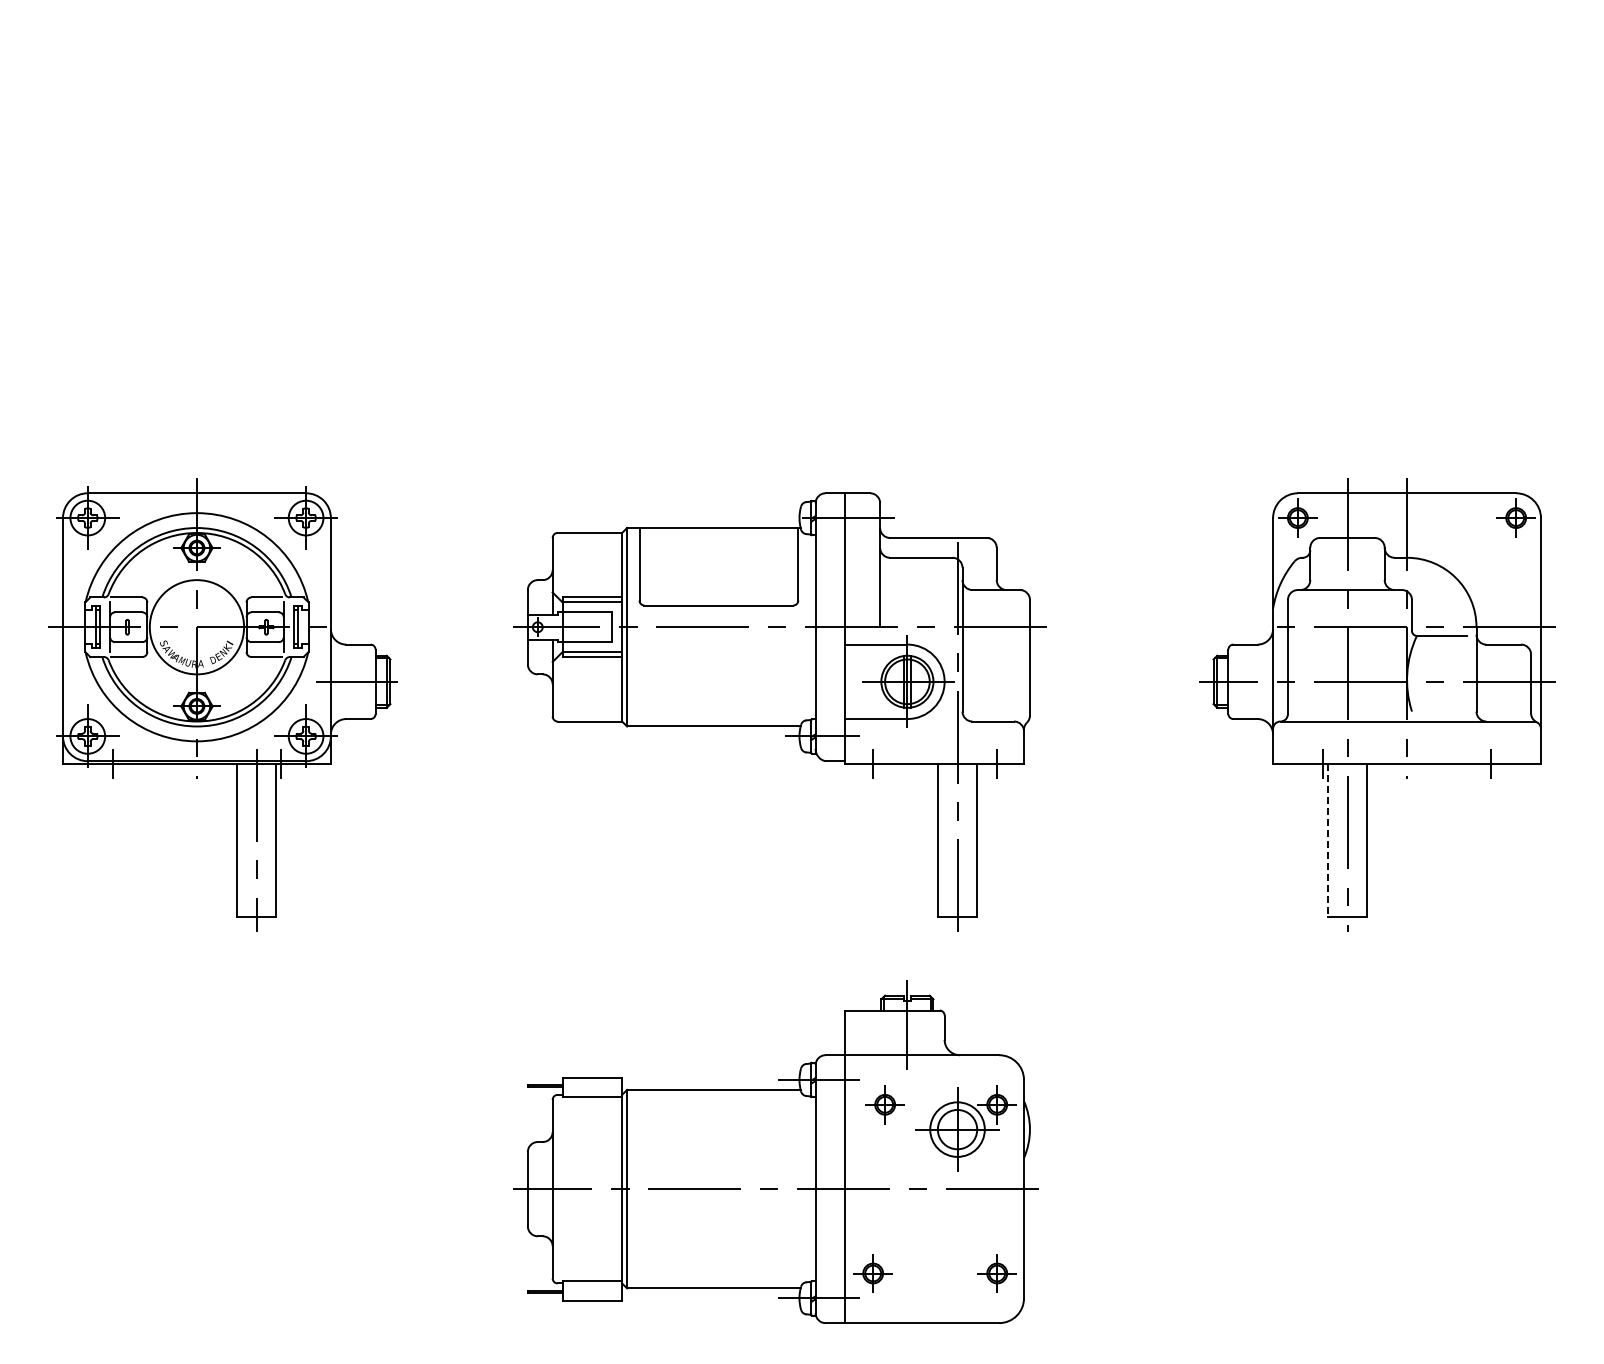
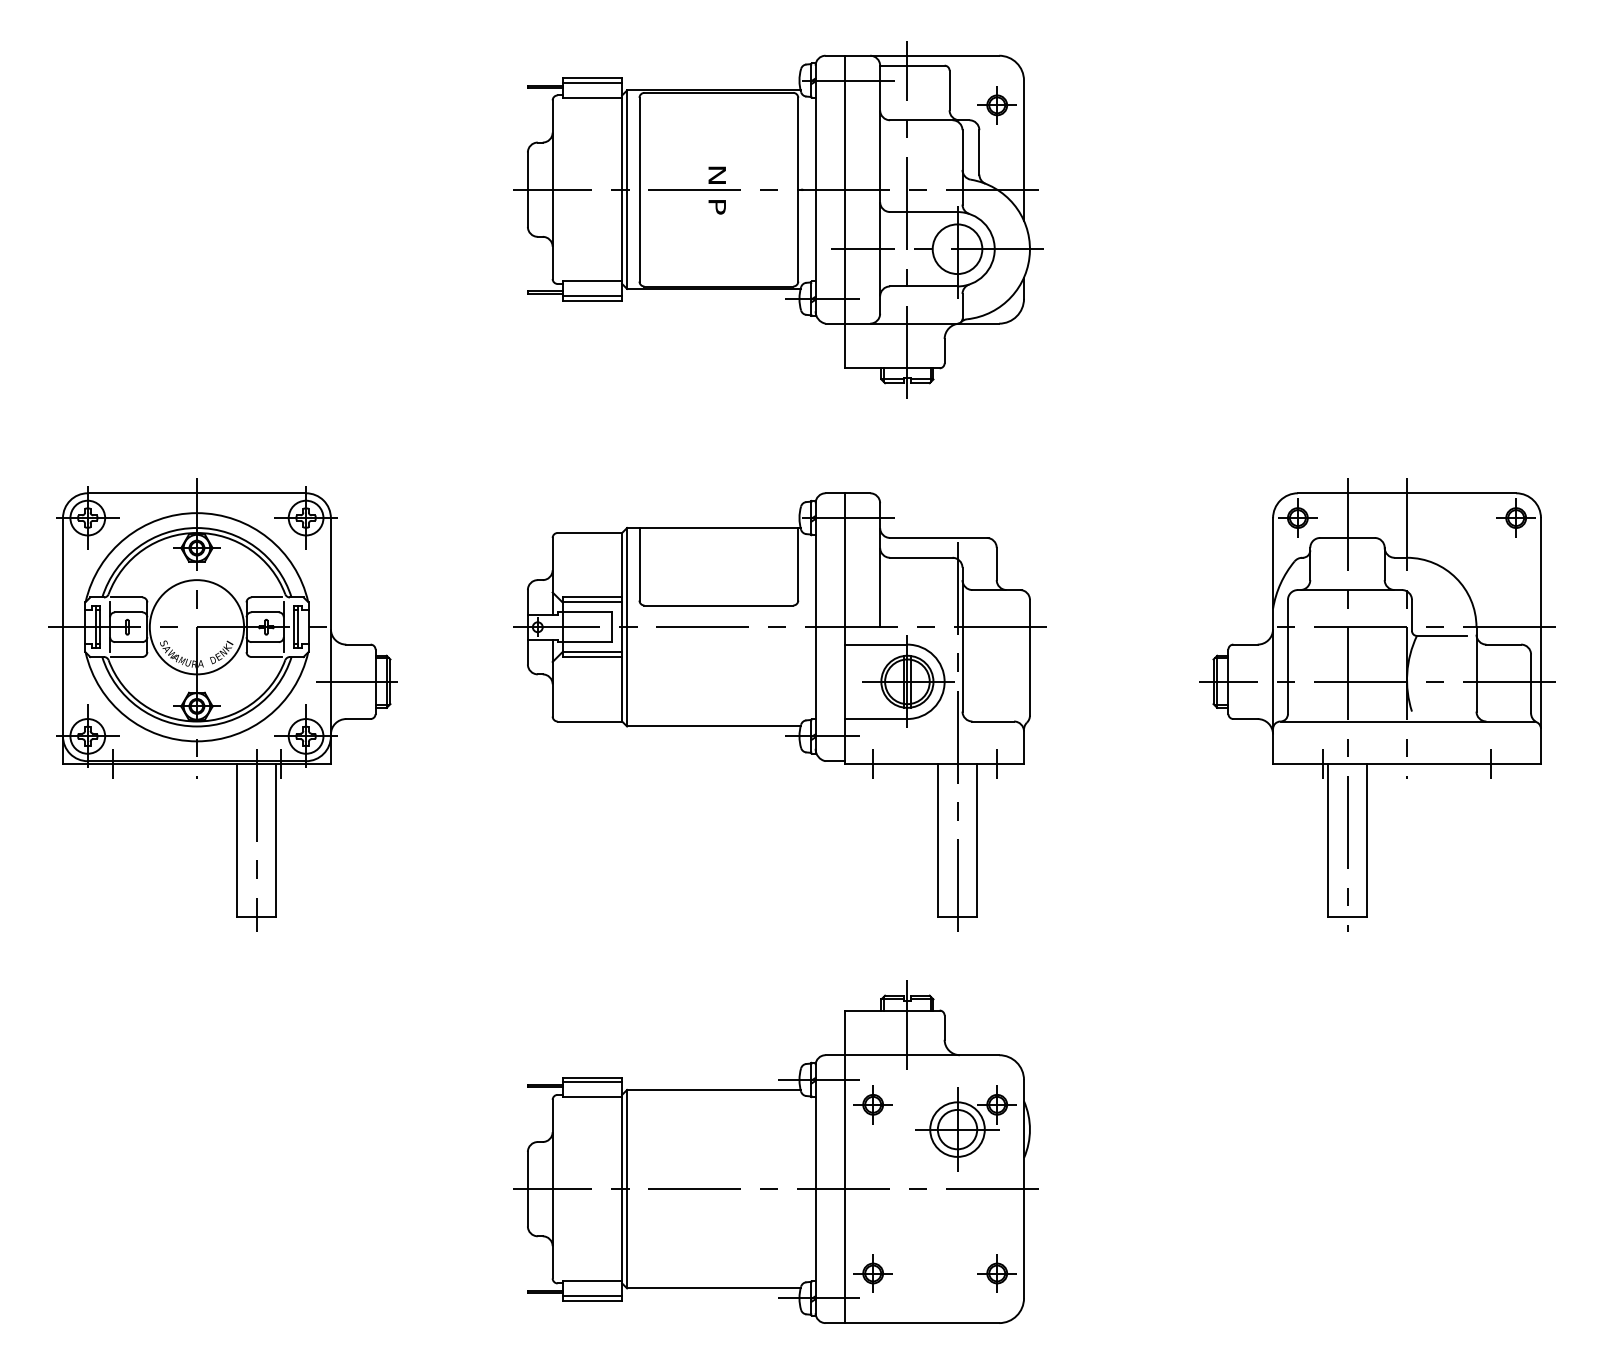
part at (778, 219): none -> present
line at (1327, 840): dashed -> solid
line at (592, 1082): none -> present
part at (884, 1104) position: (884, 1104) -> (872, 1104)
line at (592, 1295): none -> present
